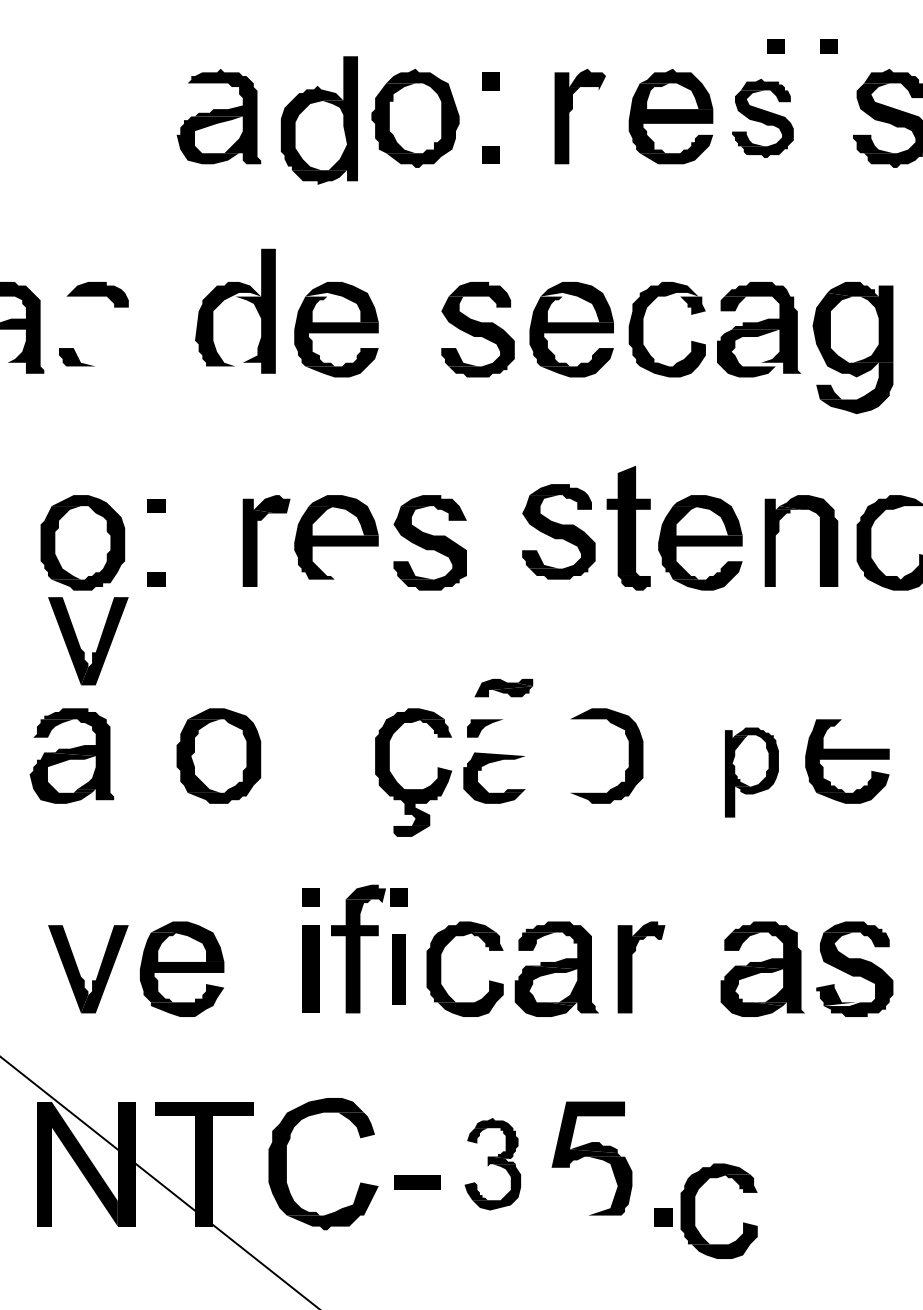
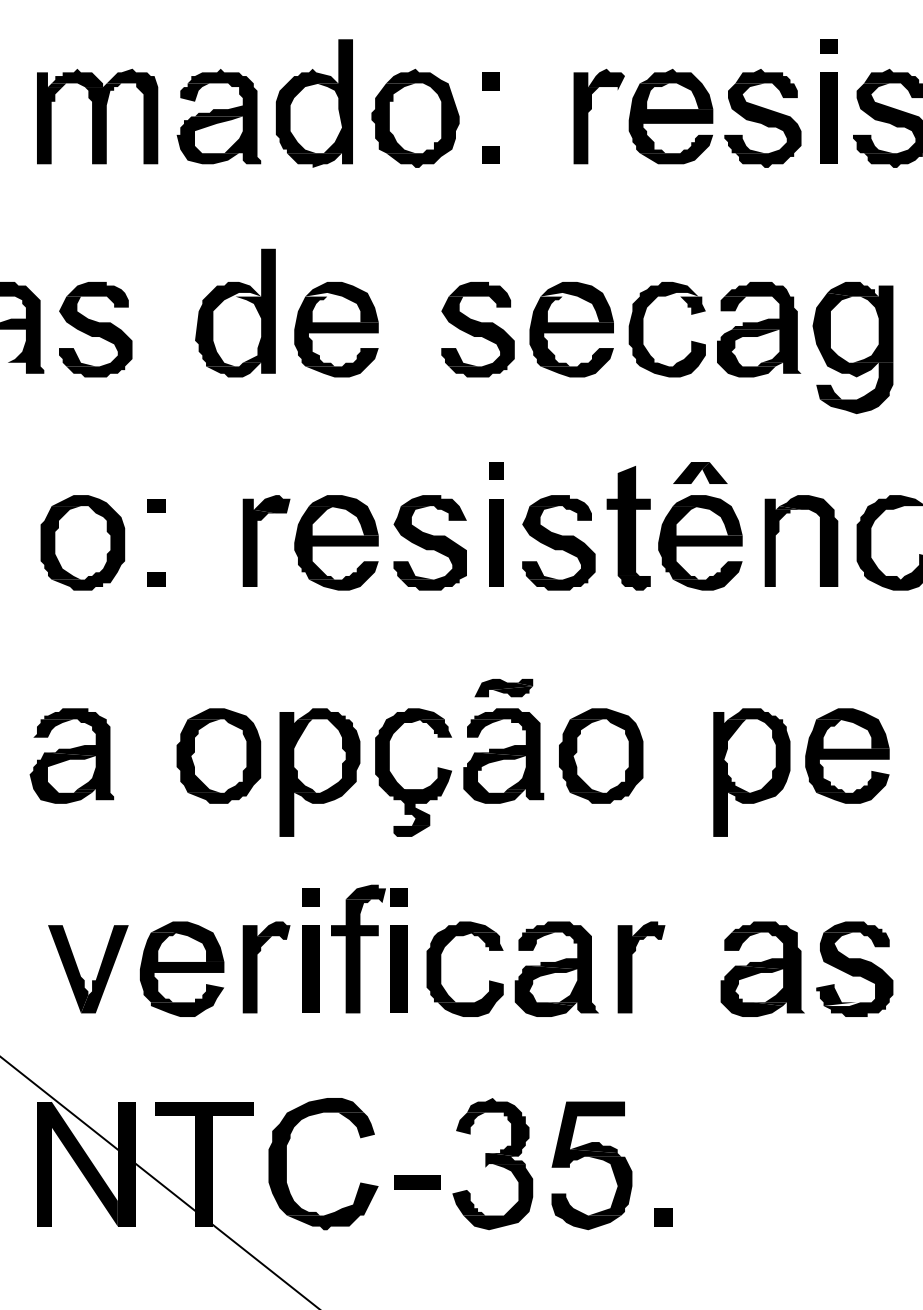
part at (775, 46): present -> none
fill at (200, 92): none -> present
part at (572, 109) position: (572, 109) -> (591, 109)
part at (97, 116): none -> present
part at (762, 117) size: 62x80 px -> 78x99 px
part at (828, 117): none -> present
part at (318, 120) position: (318, 120) -> (313, 103)
fill at (95, 336): none -> present
fill at (766, 364): none -> present
fill at (233, 369): none -> present
part at (496, 470): none -> present
part at (700, 472): none -> present
part at (558, 531) position: (558, 531) -> (558, 542)
part at (496, 542): none -> present
fill at (343, 575): none -> present
part at (79, 643): present -> none
fill at (852, 728): none -> present
fill at (507, 754): none -> present
fill at (580, 755): none -> present
part at (319, 772): none -> present
part at (751, 772) size: 54x91 px -> 78x129 px
part at (257, 967): none -> present
part at (398, 969) size: 14x71 px -> 18x88 px
part at (492, 1164) size: 58x93 px -> 82x133 px
part at (695, 1210): present -> none
fill at (586, 1211): none -> present
